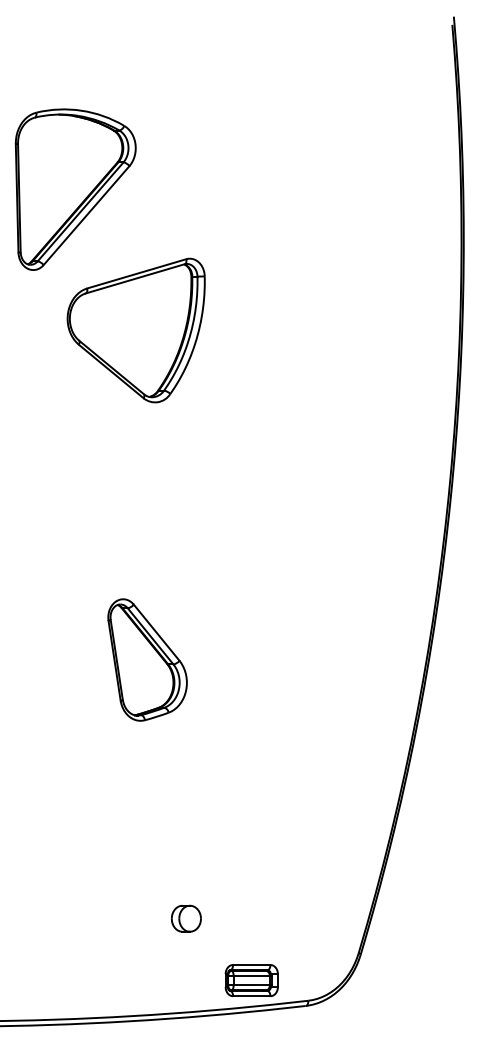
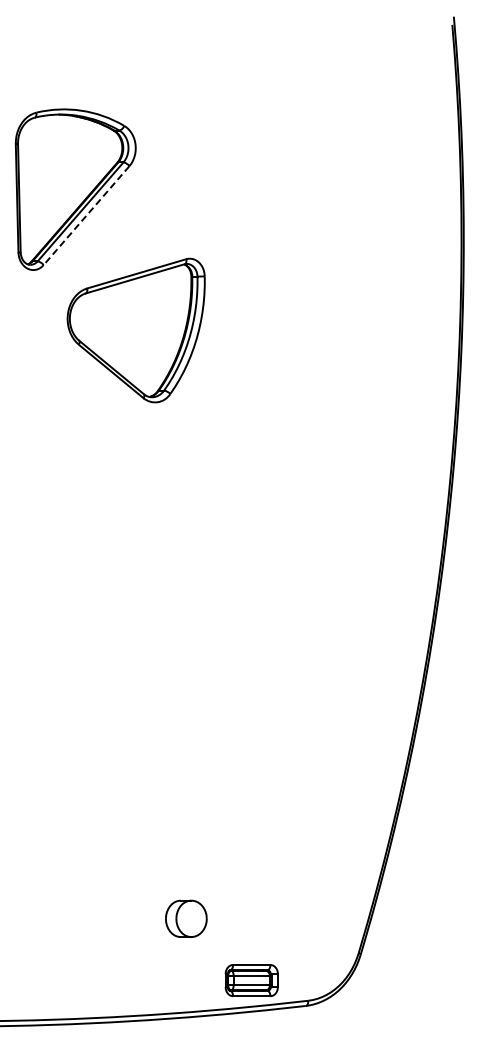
line at (86, 216): solid -> dashed
part at (147, 659): present -> none
part at (186, 918) size: 31x29 px -> 43x39 px
